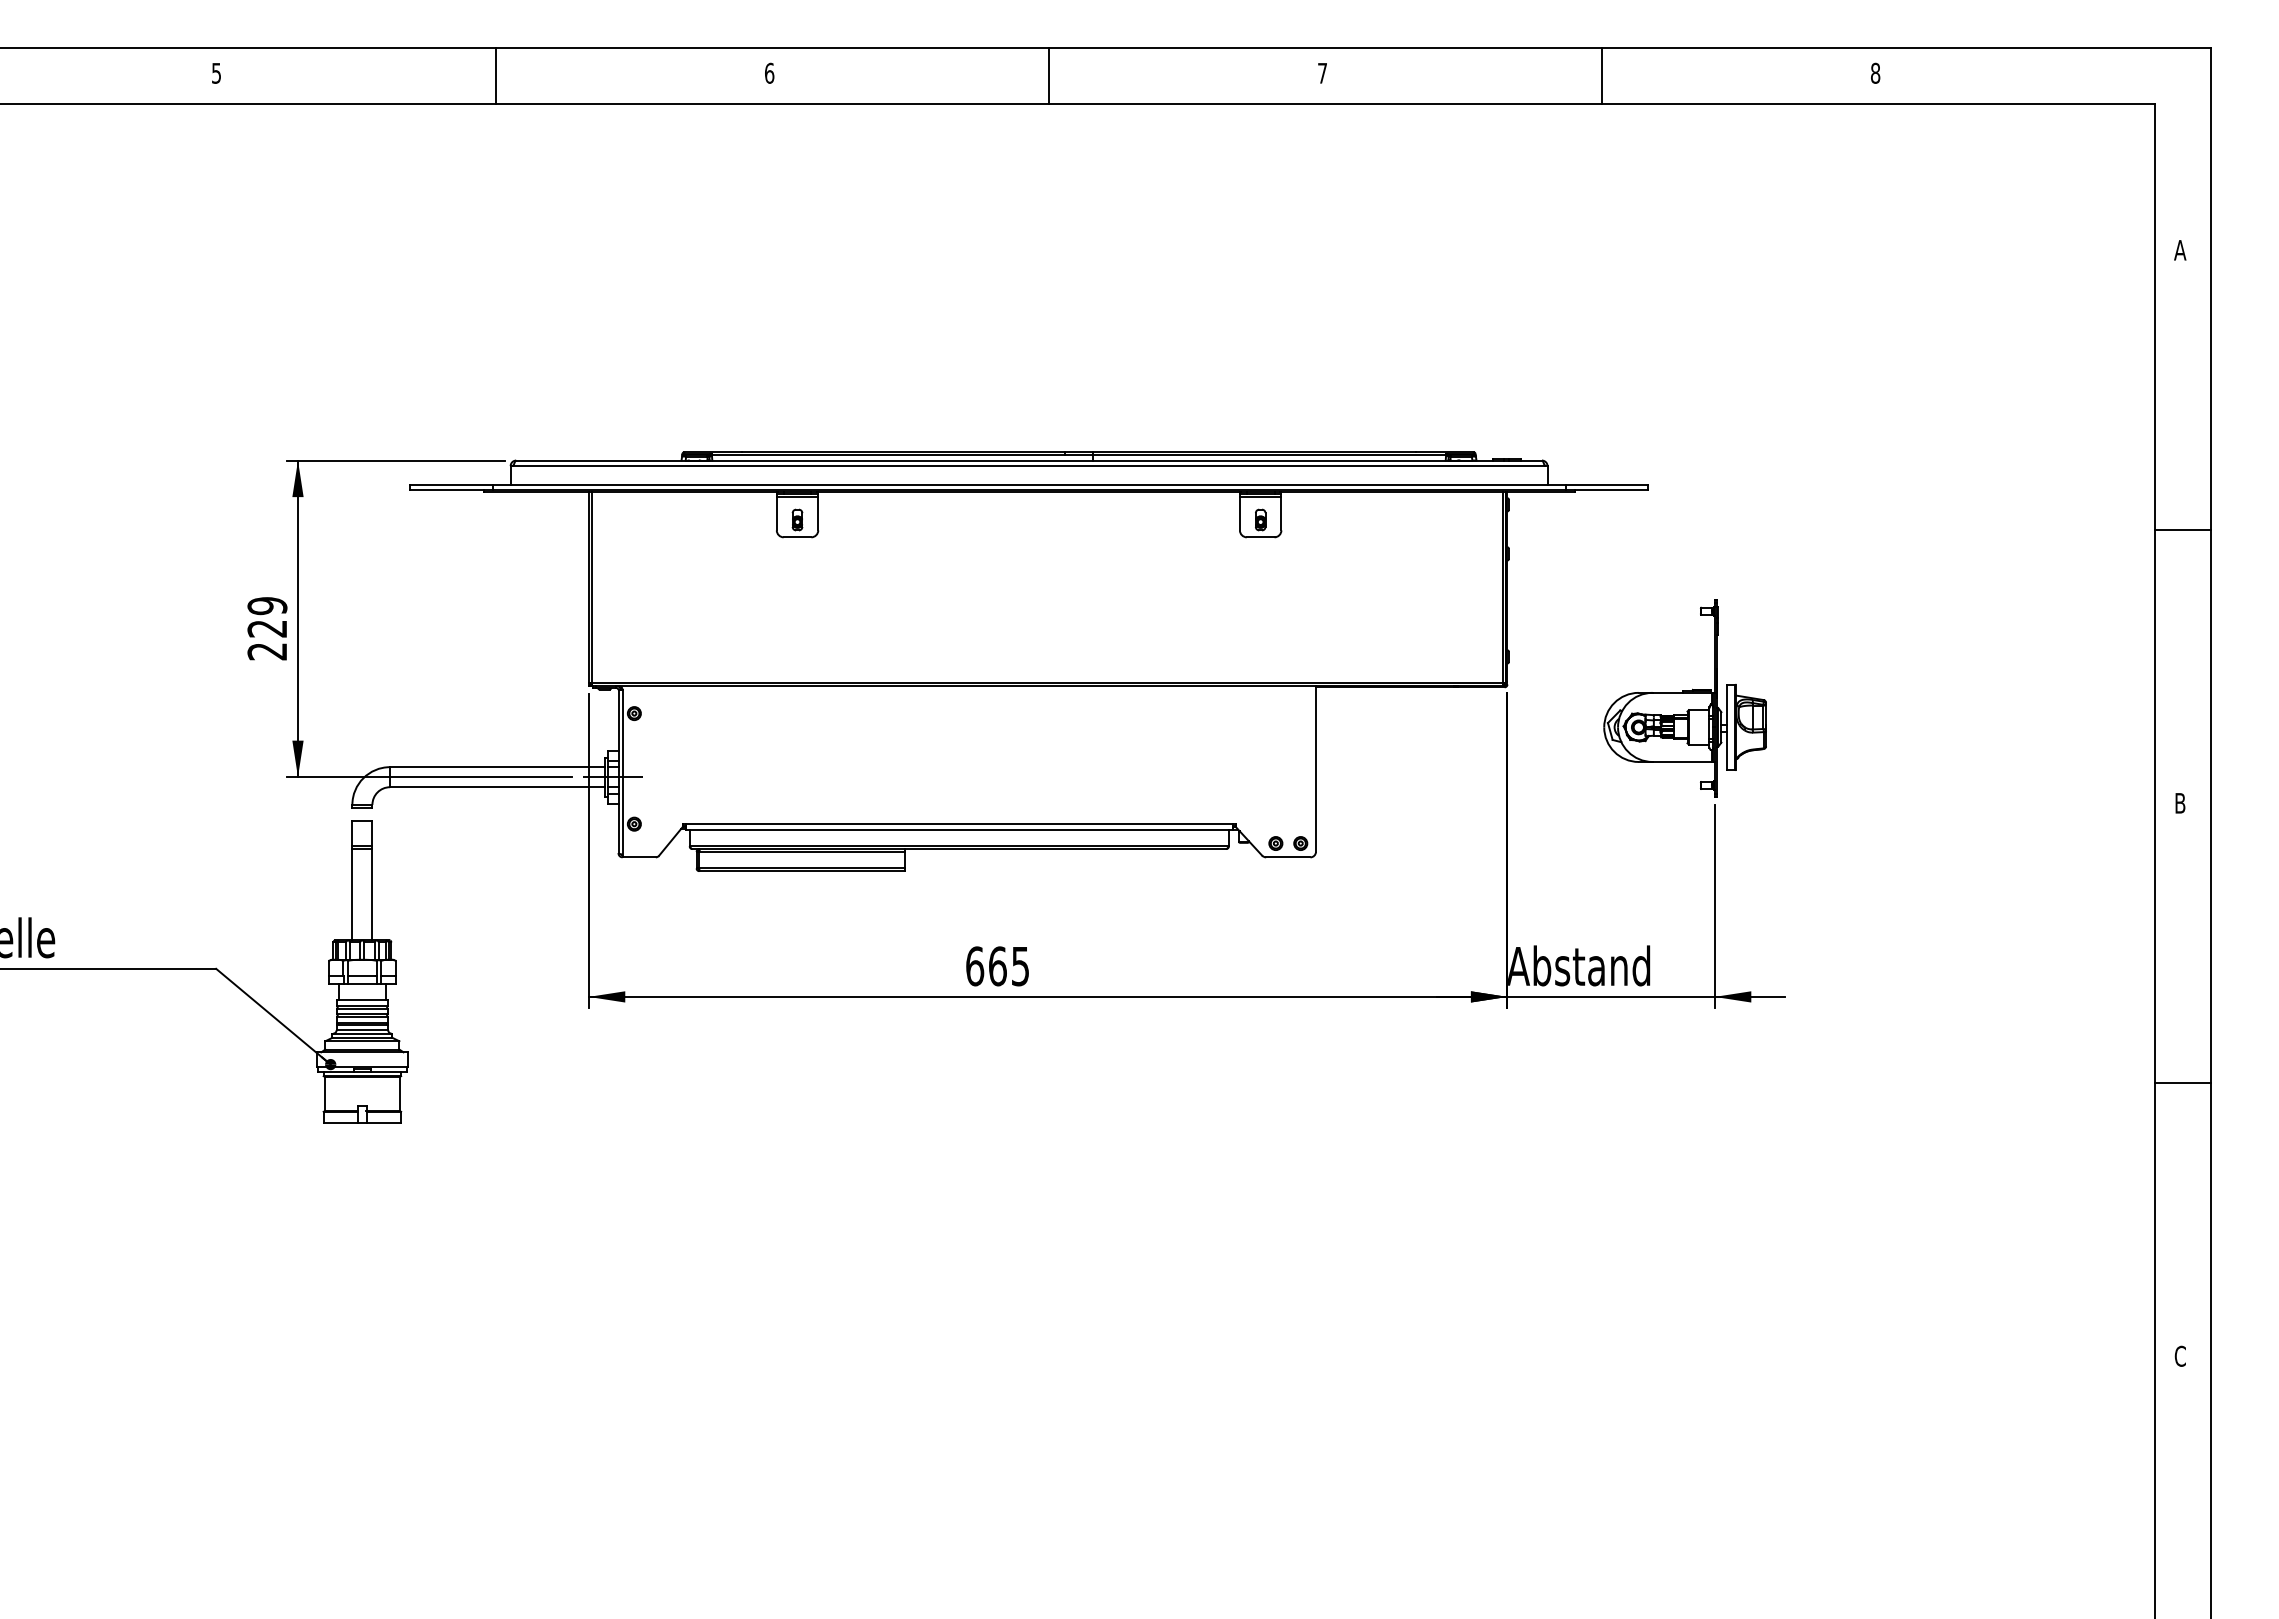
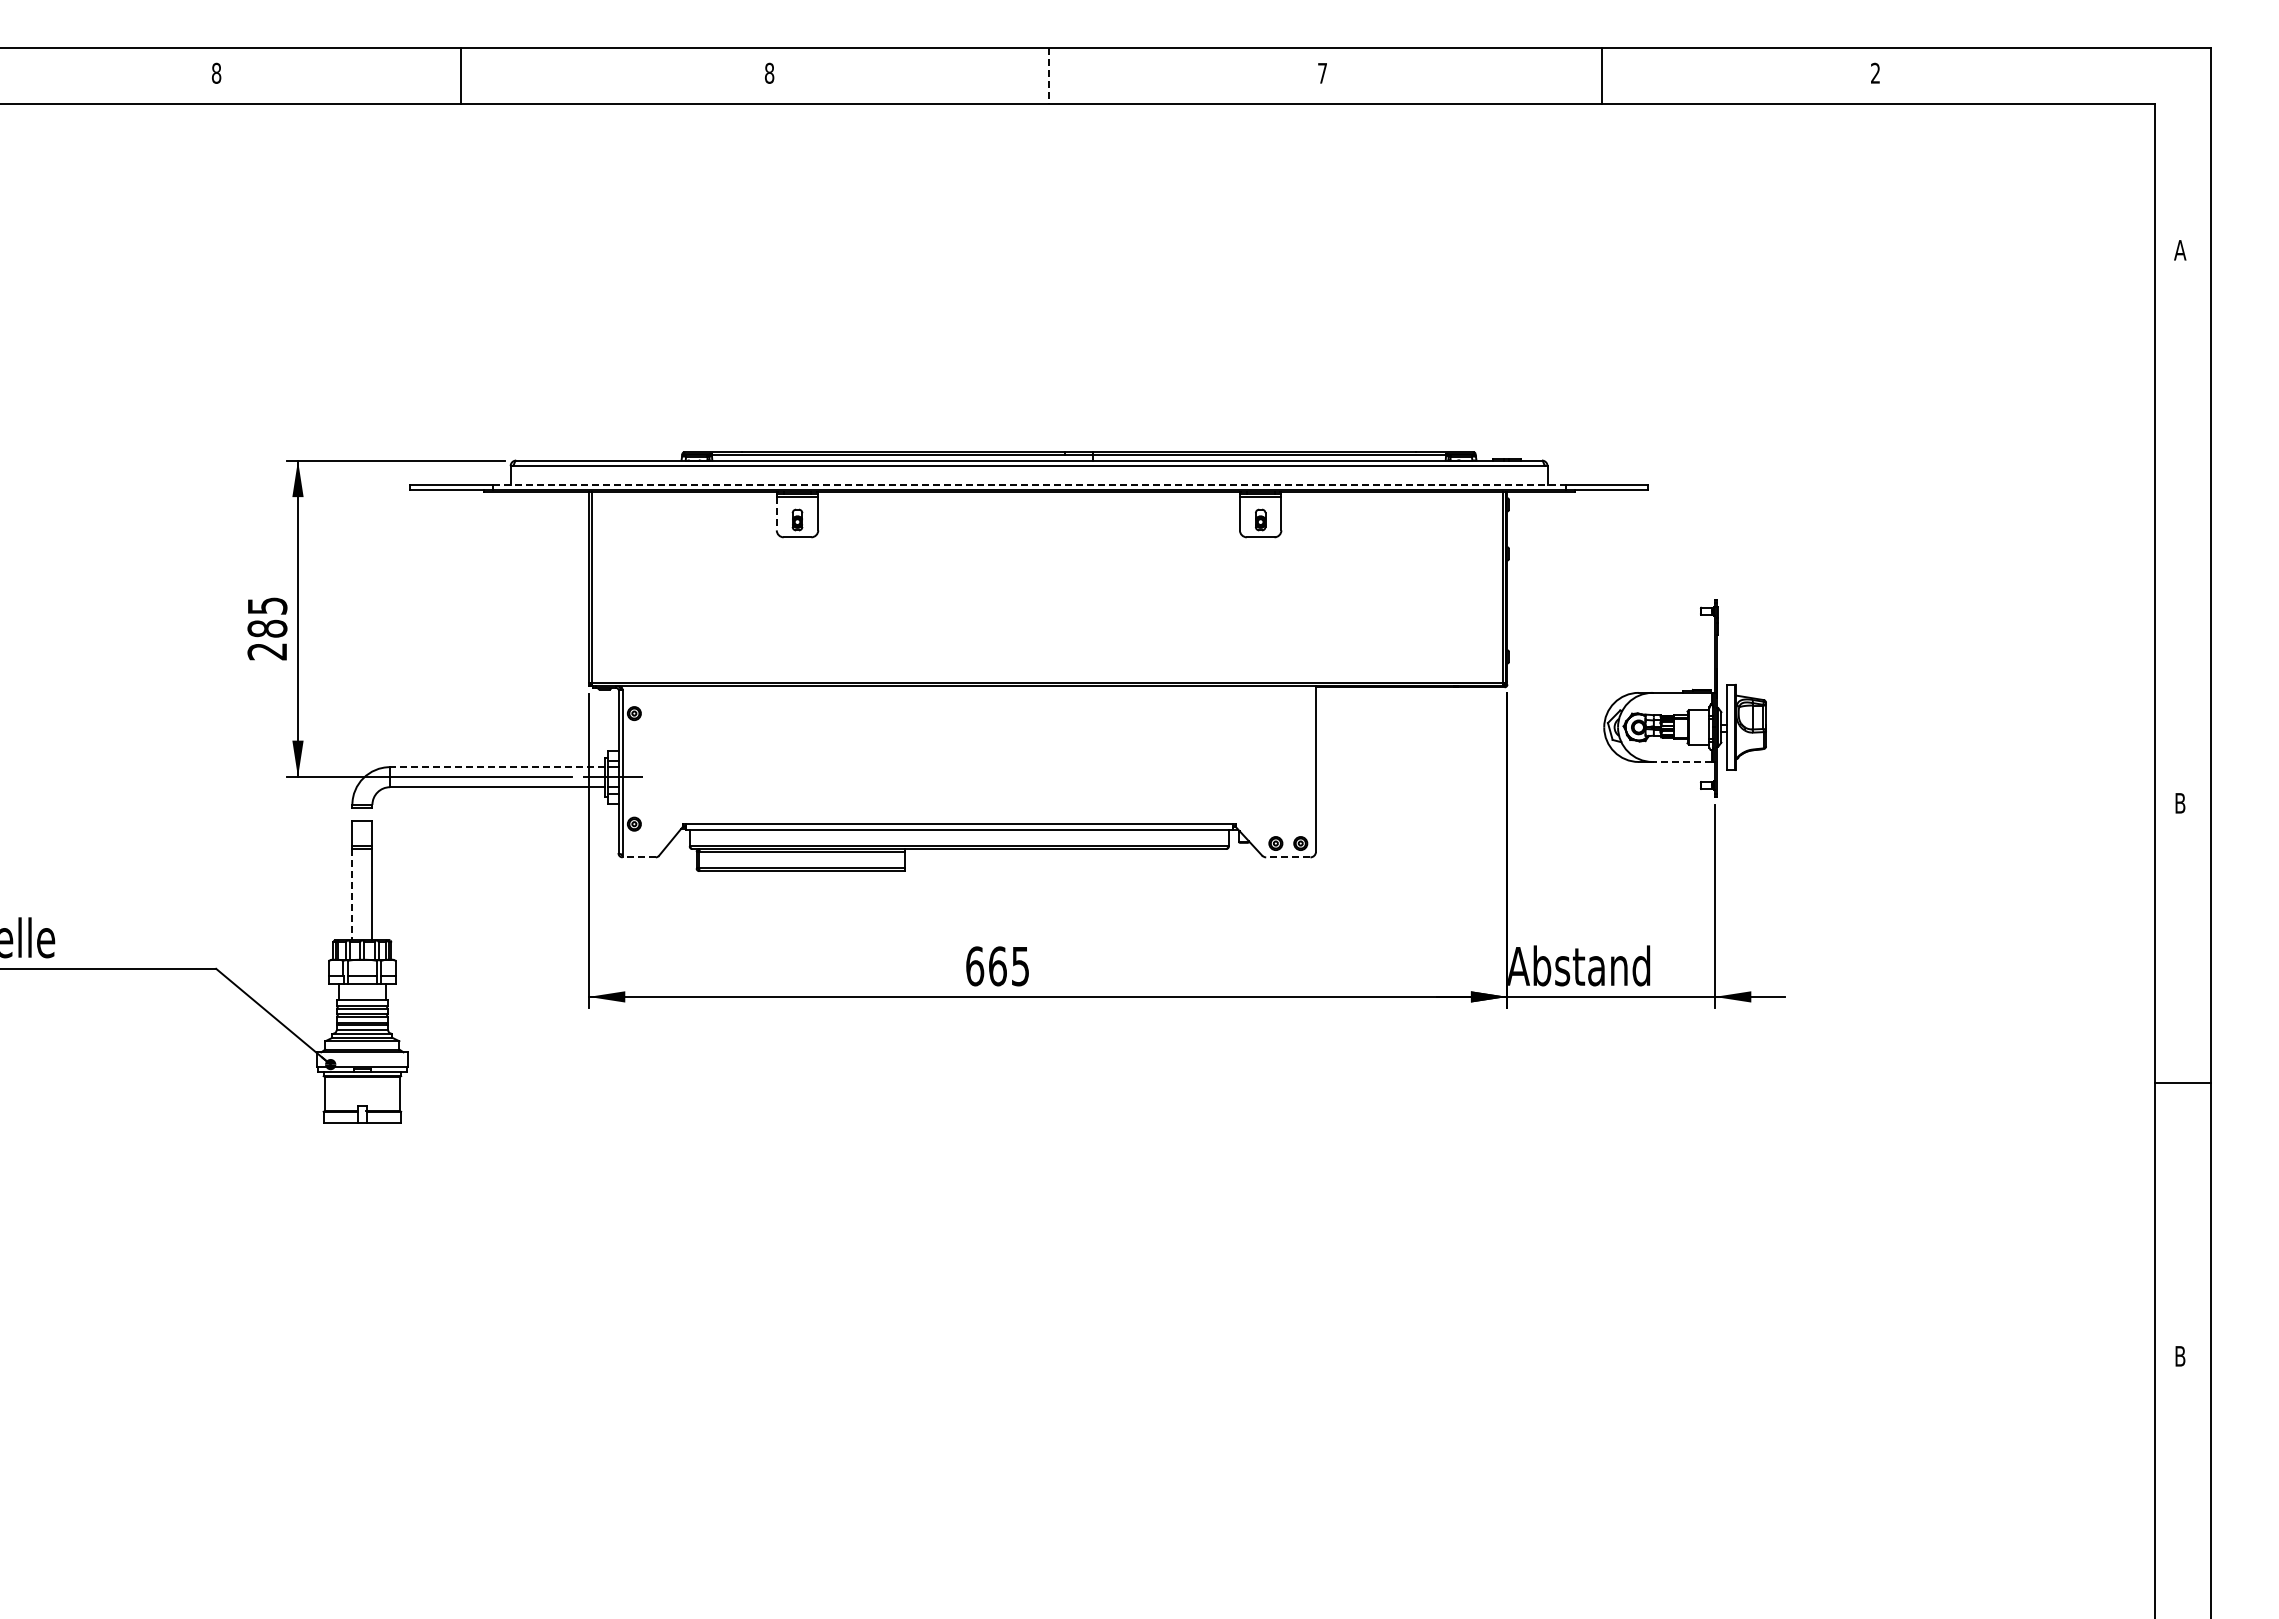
text at (216, 72): 5 -> 8
text at (769, 72): 6 -> 8
text at (1875, 72): 8 -> 2
line at (496, 75) position: (496, 75) -> (461, 75)
line at (1049, 76): solid -> dashed
line at (1029, 485): solid -> dashed
line at (776, 513): solid -> dashed
line at (2182, 529): present -> none
text at (267, 617): 229 -> 285
line at (1682, 761): solid -> dashed
line at (496, 767): solid -> dashed
line at (639, 857): solid -> dashed
line at (1287, 857): solid -> dashed
line at (352, 894): solid -> dashed
text at (2179, 1355): C -> B
